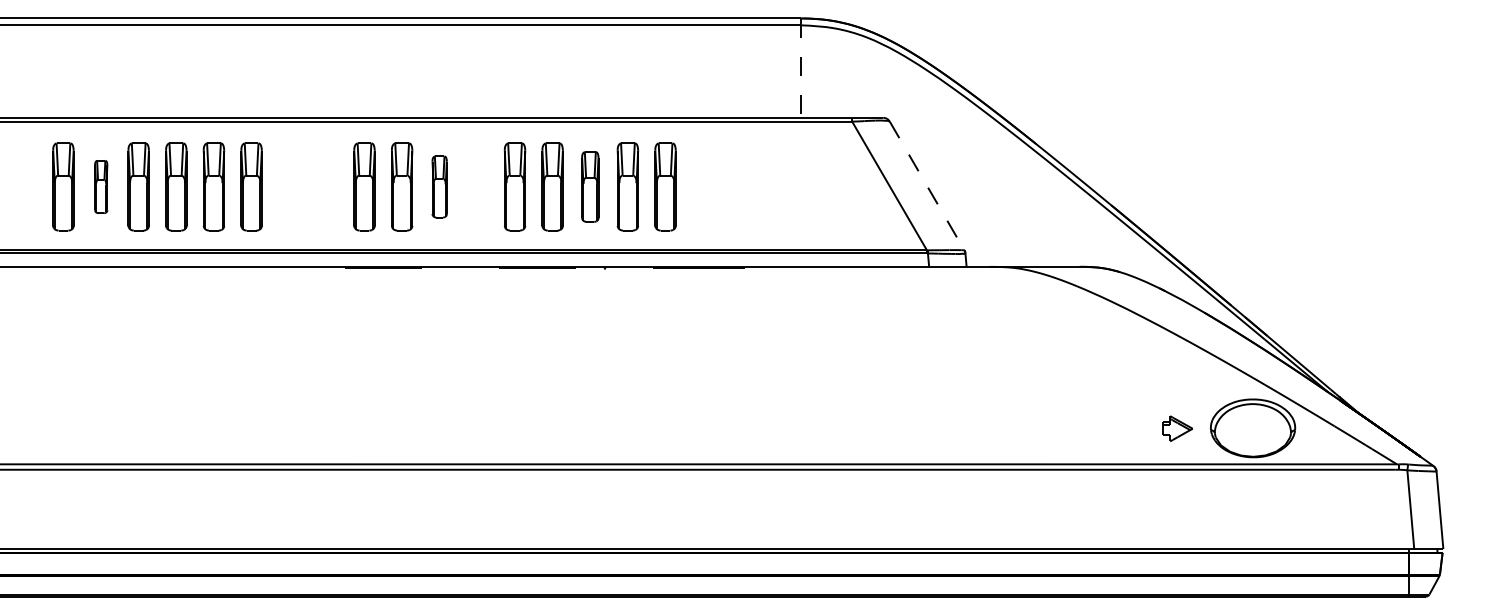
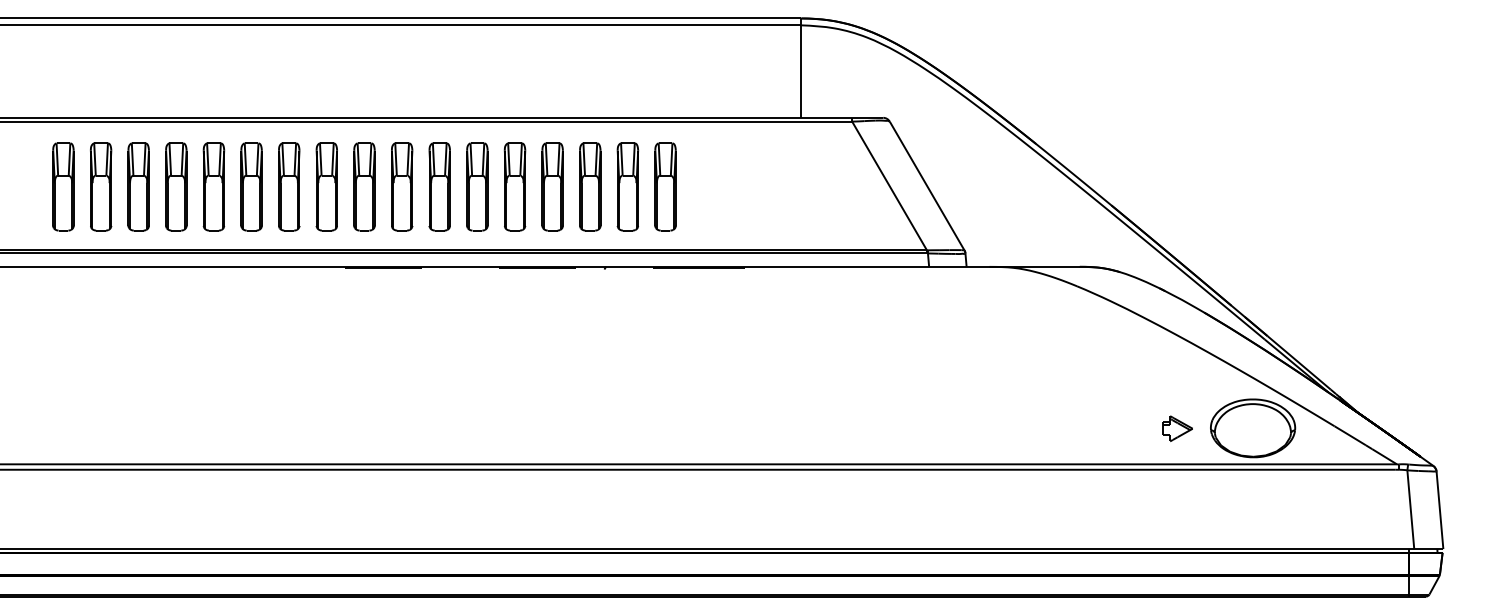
line at (801, 68): dashed -> solid
part at (101, 186) size: 15x54 px -> 23x90 px
part at (289, 186): none -> present
part at (326, 186): none -> present
part at (439, 186) size: 17x64 px -> 23x90 px
part at (477, 186): none -> present
part at (590, 186) size: 19x72 px -> 23x90 px
line at (927, 186): dashed -> solid
